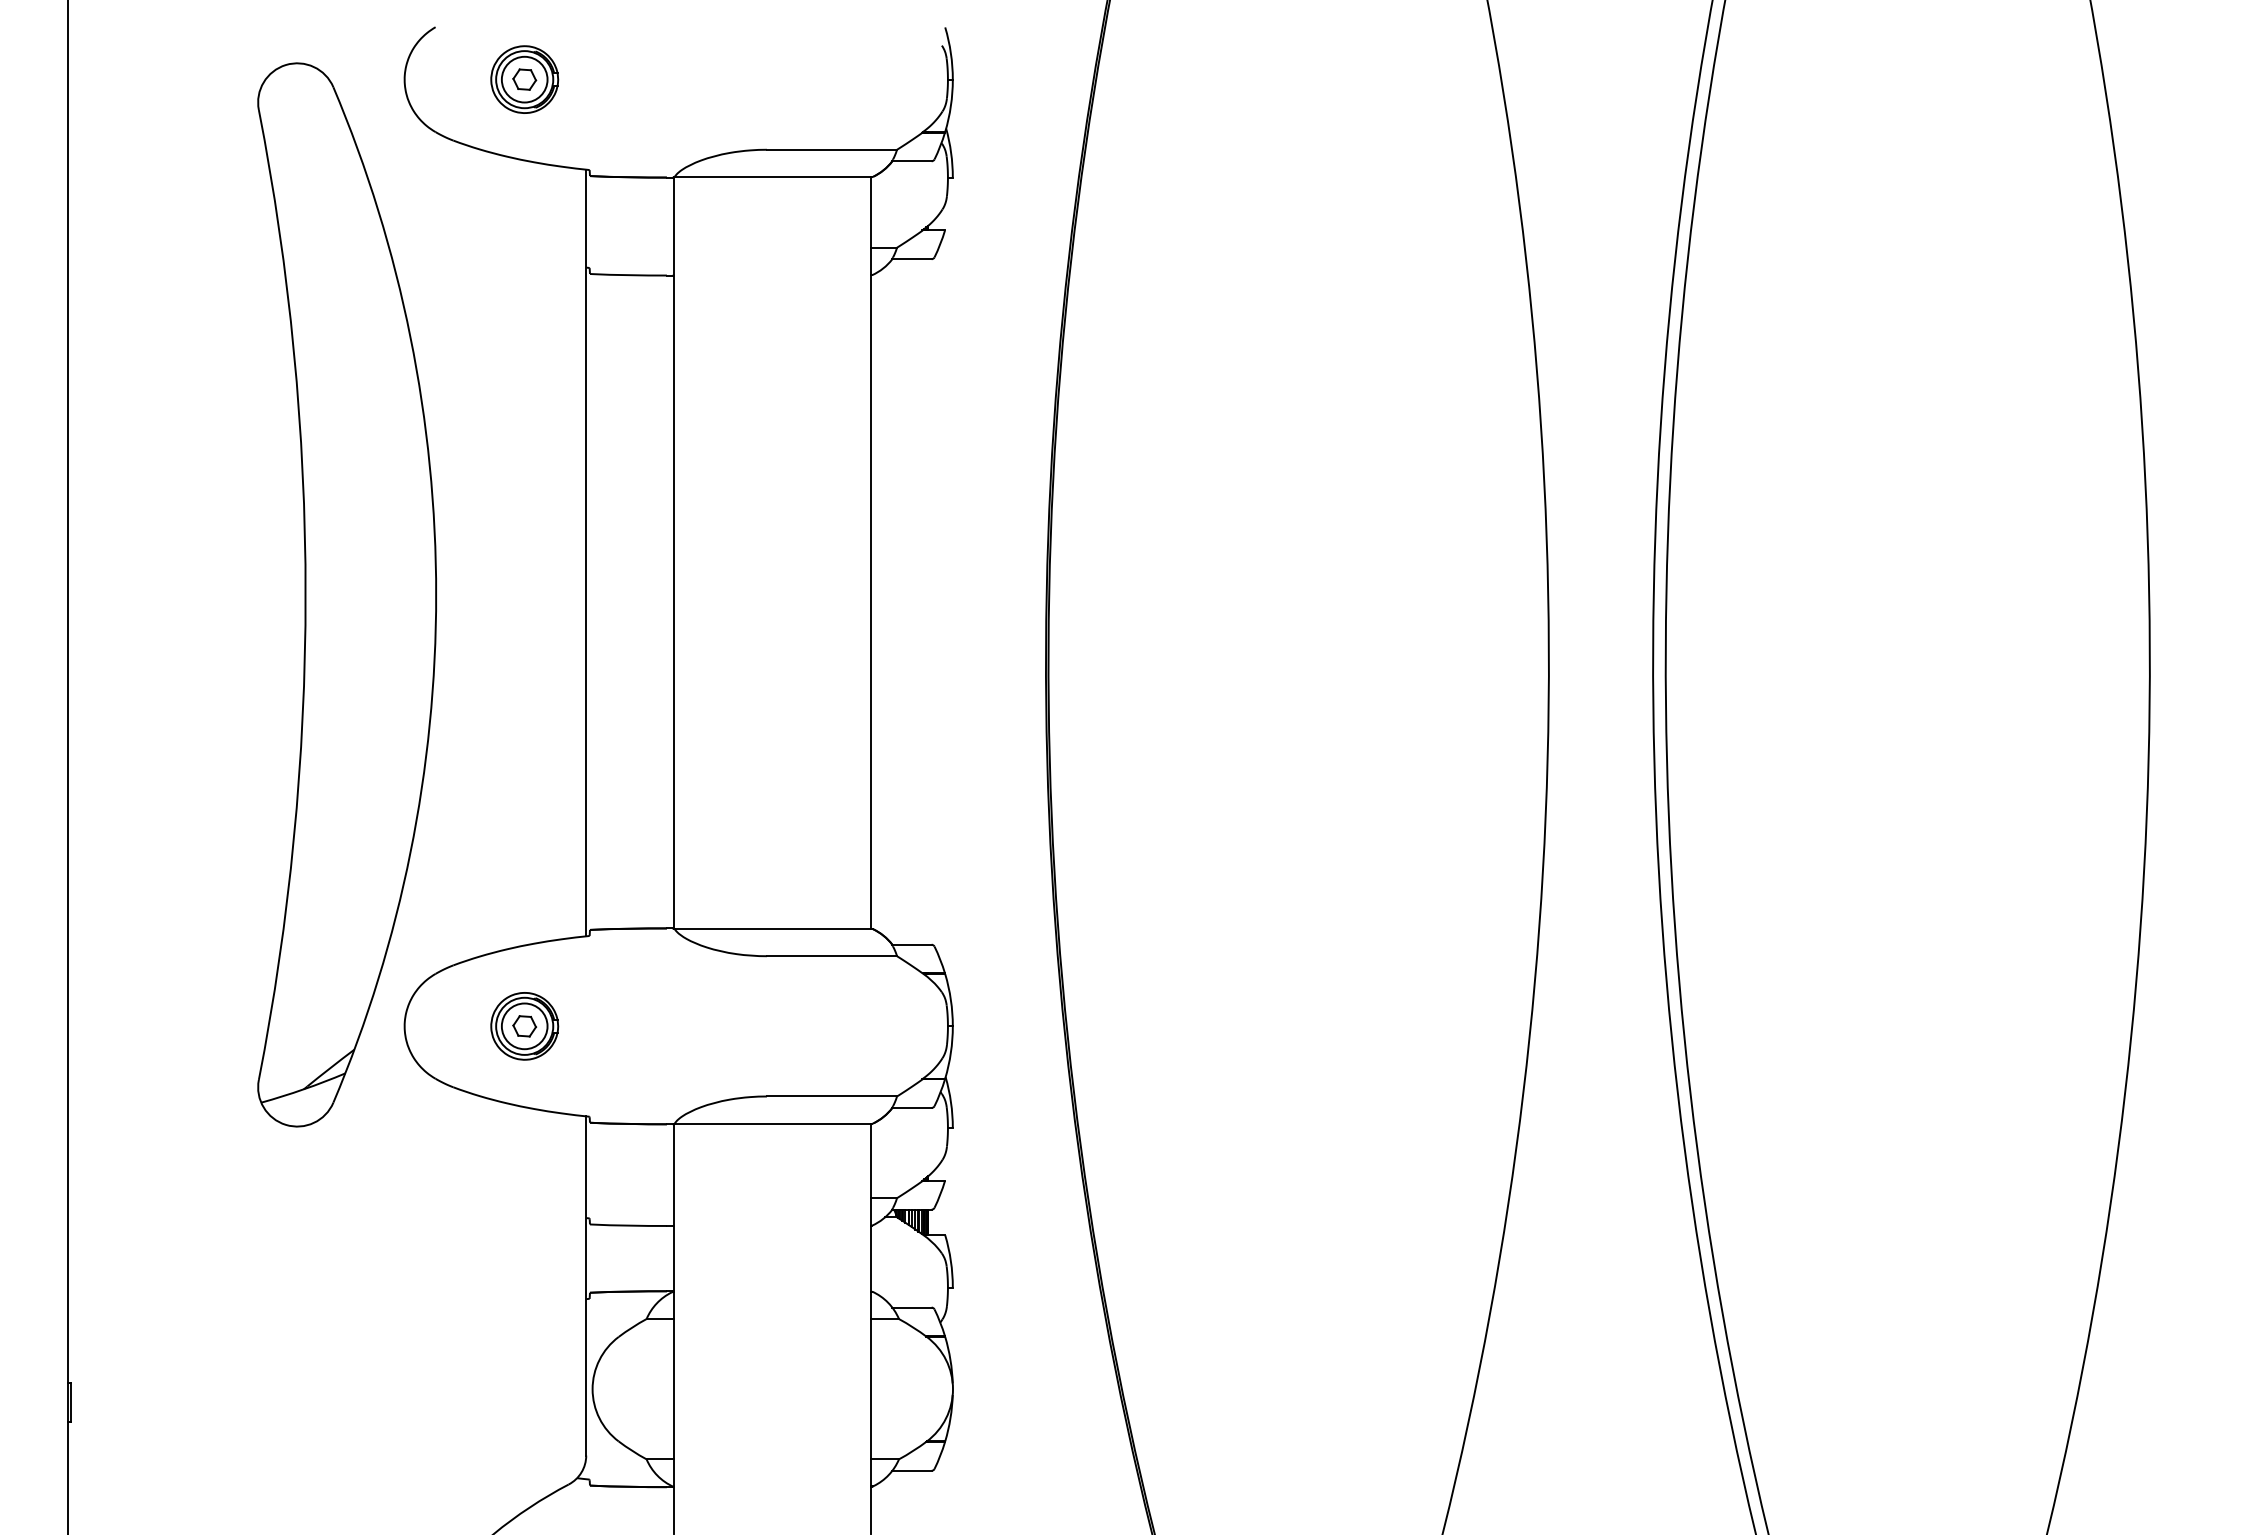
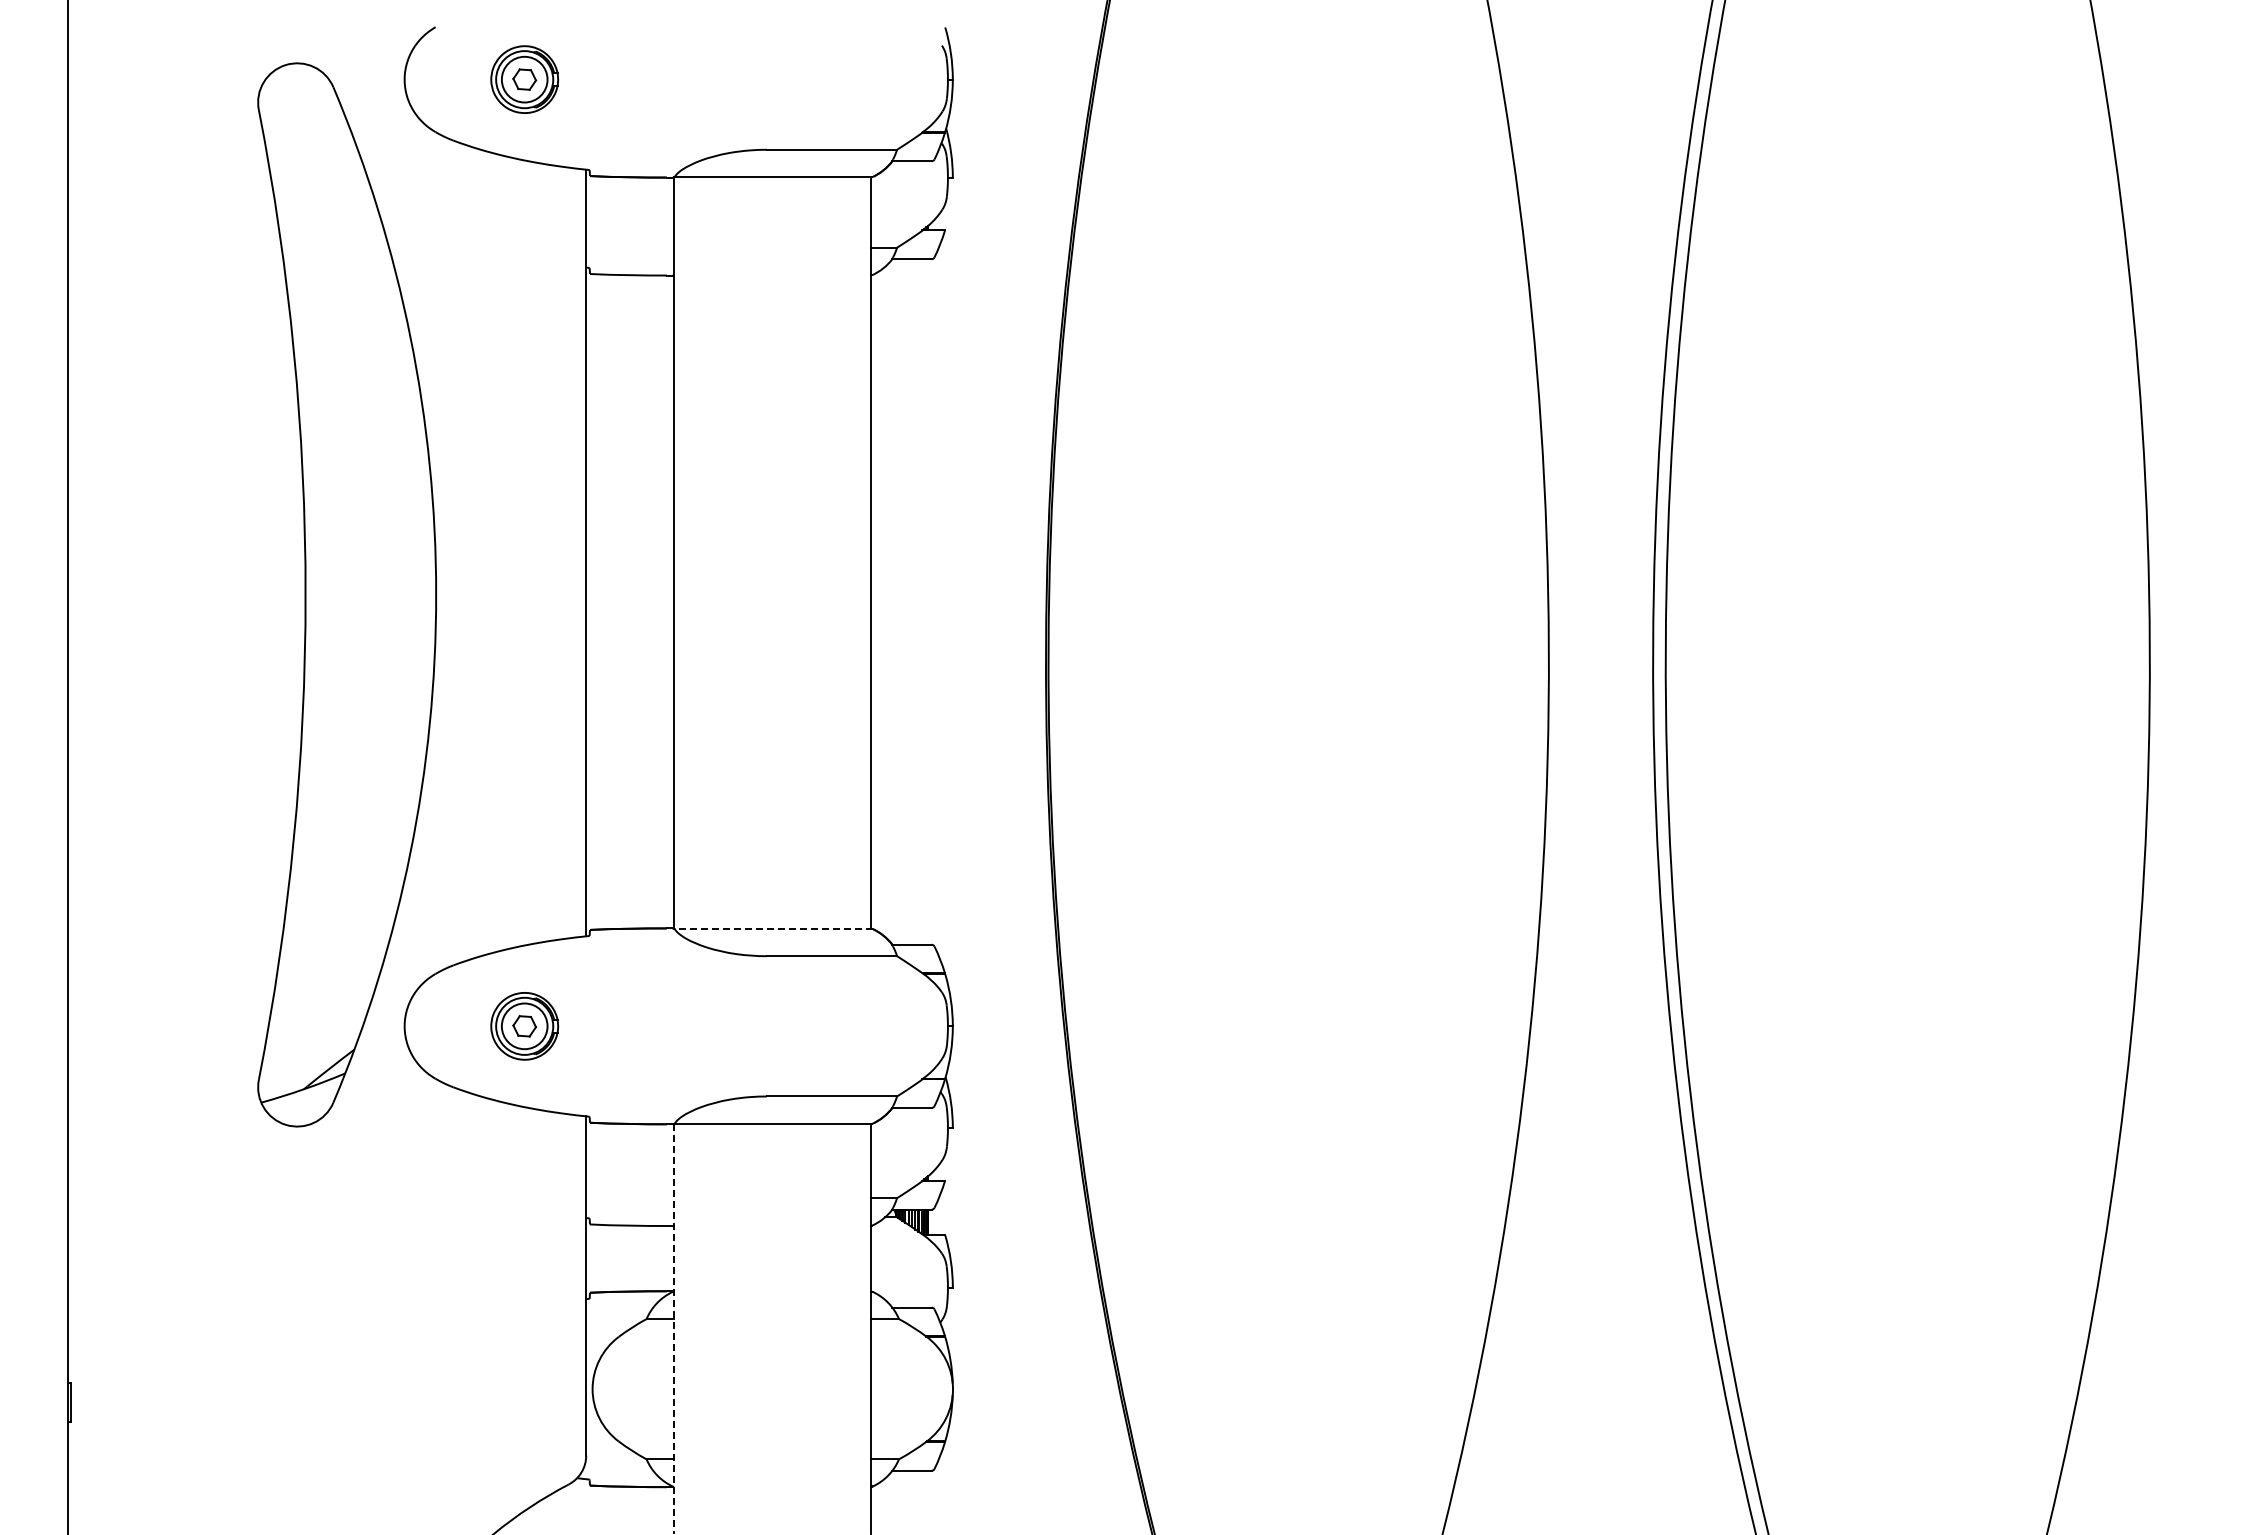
line at (774, 929): solid -> dashed
line at (674, 1328): solid -> dashed
